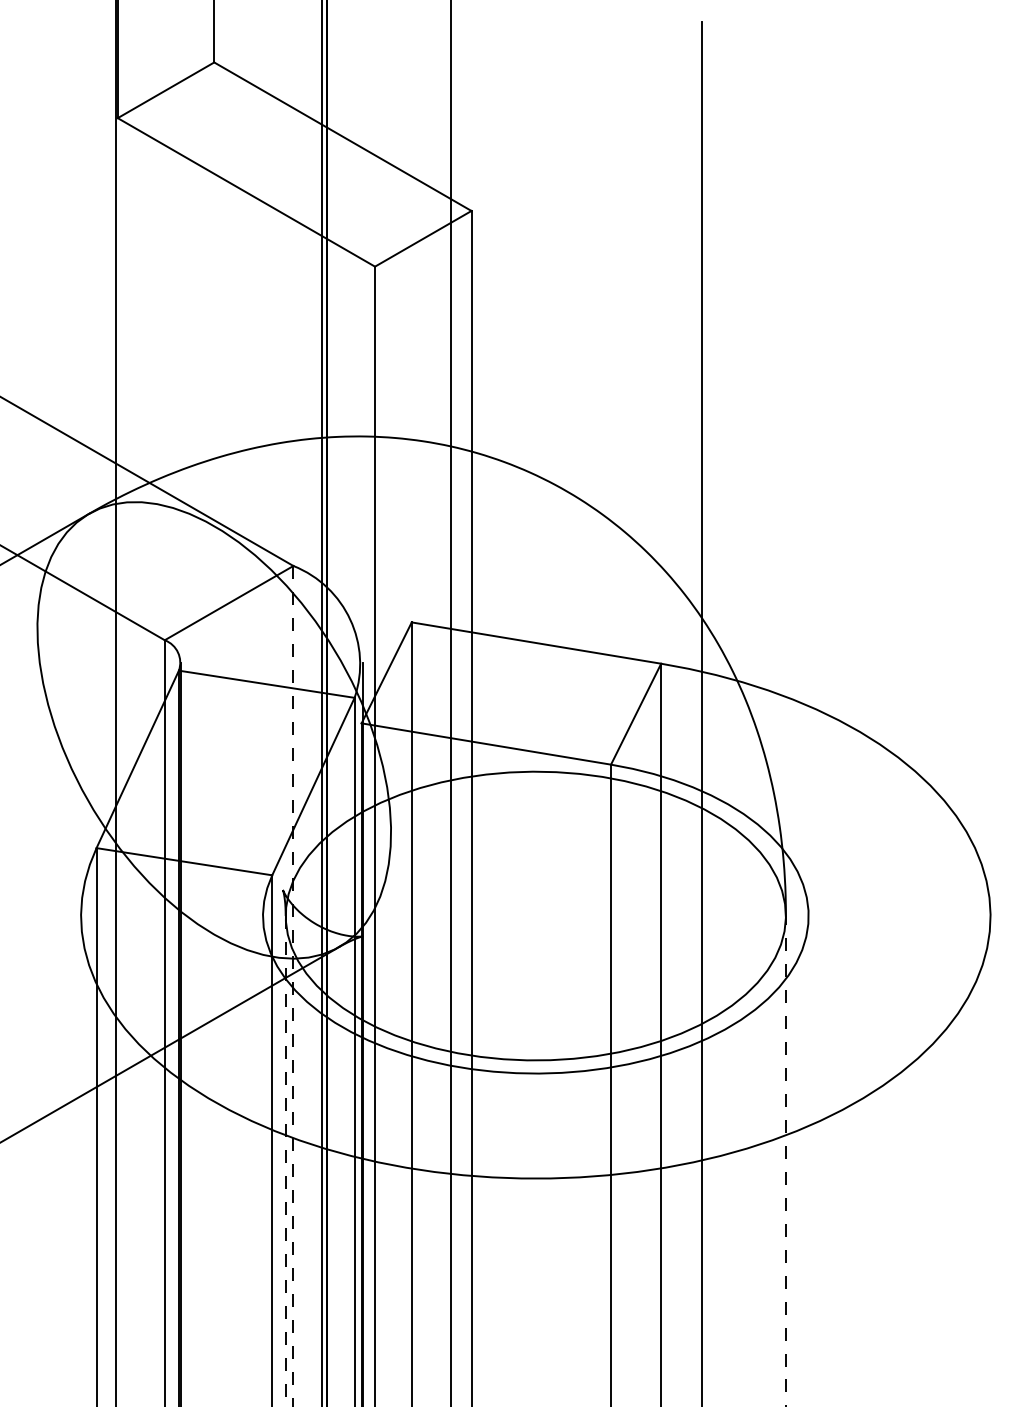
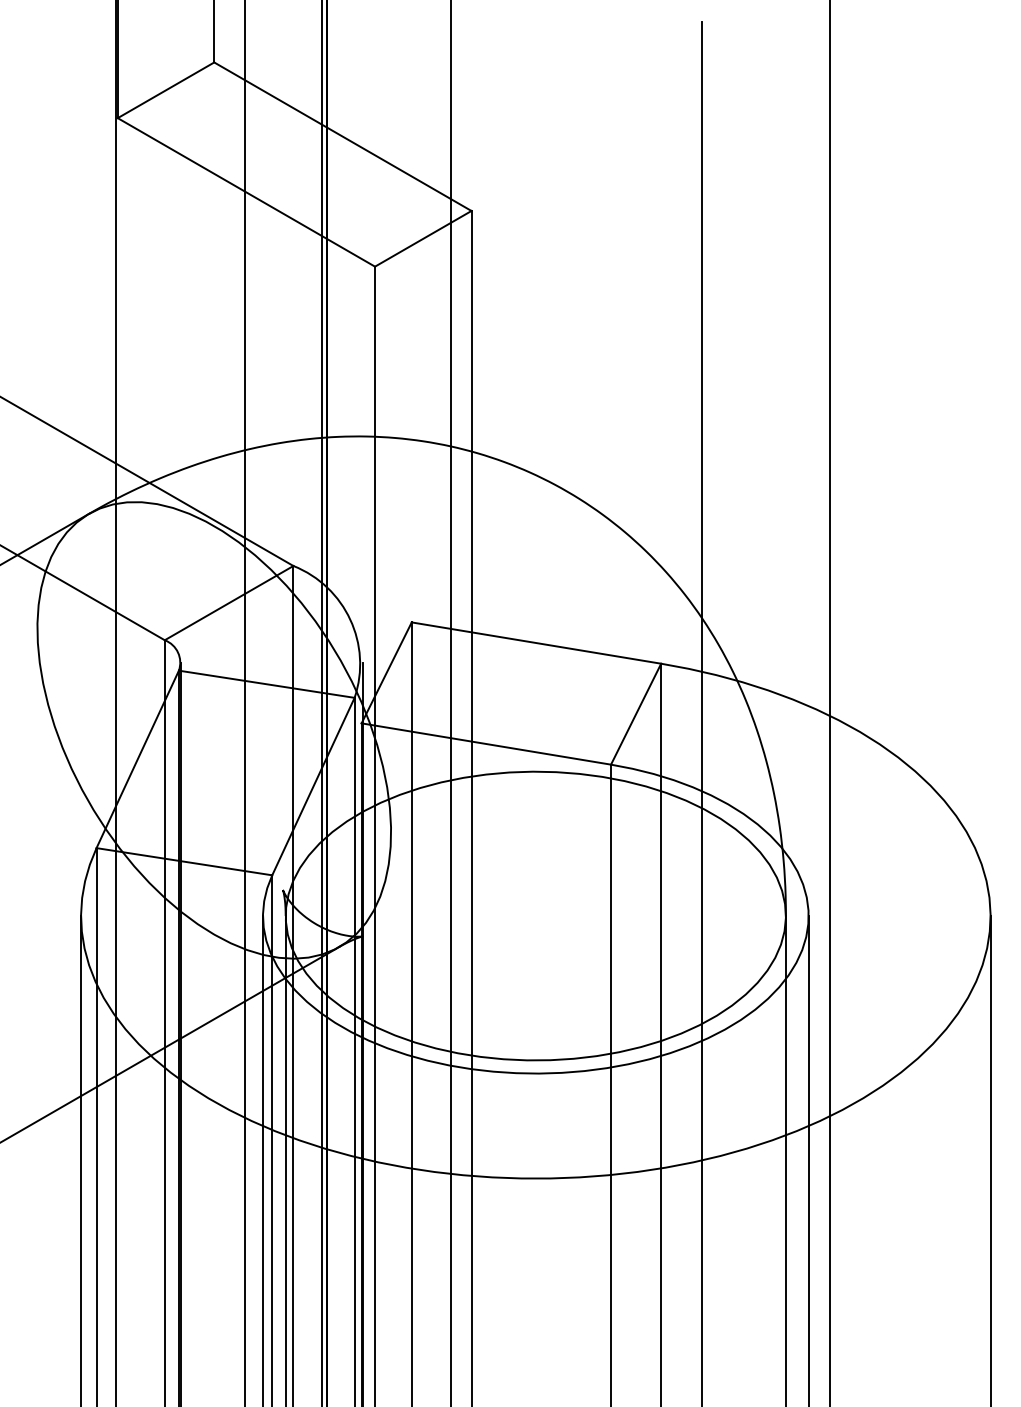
line at (244, 702): none -> present
line at (830, 702): none -> present
line at (293, 986): dashed -> solid
line at (81, 1159): none -> present
line at (262, 1159): none -> present
line at (808, 1159): none -> present
line at (990, 1159): none -> present
line at (785, 1161): dashed -> solid
line at (285, 1162): dashed -> solid
